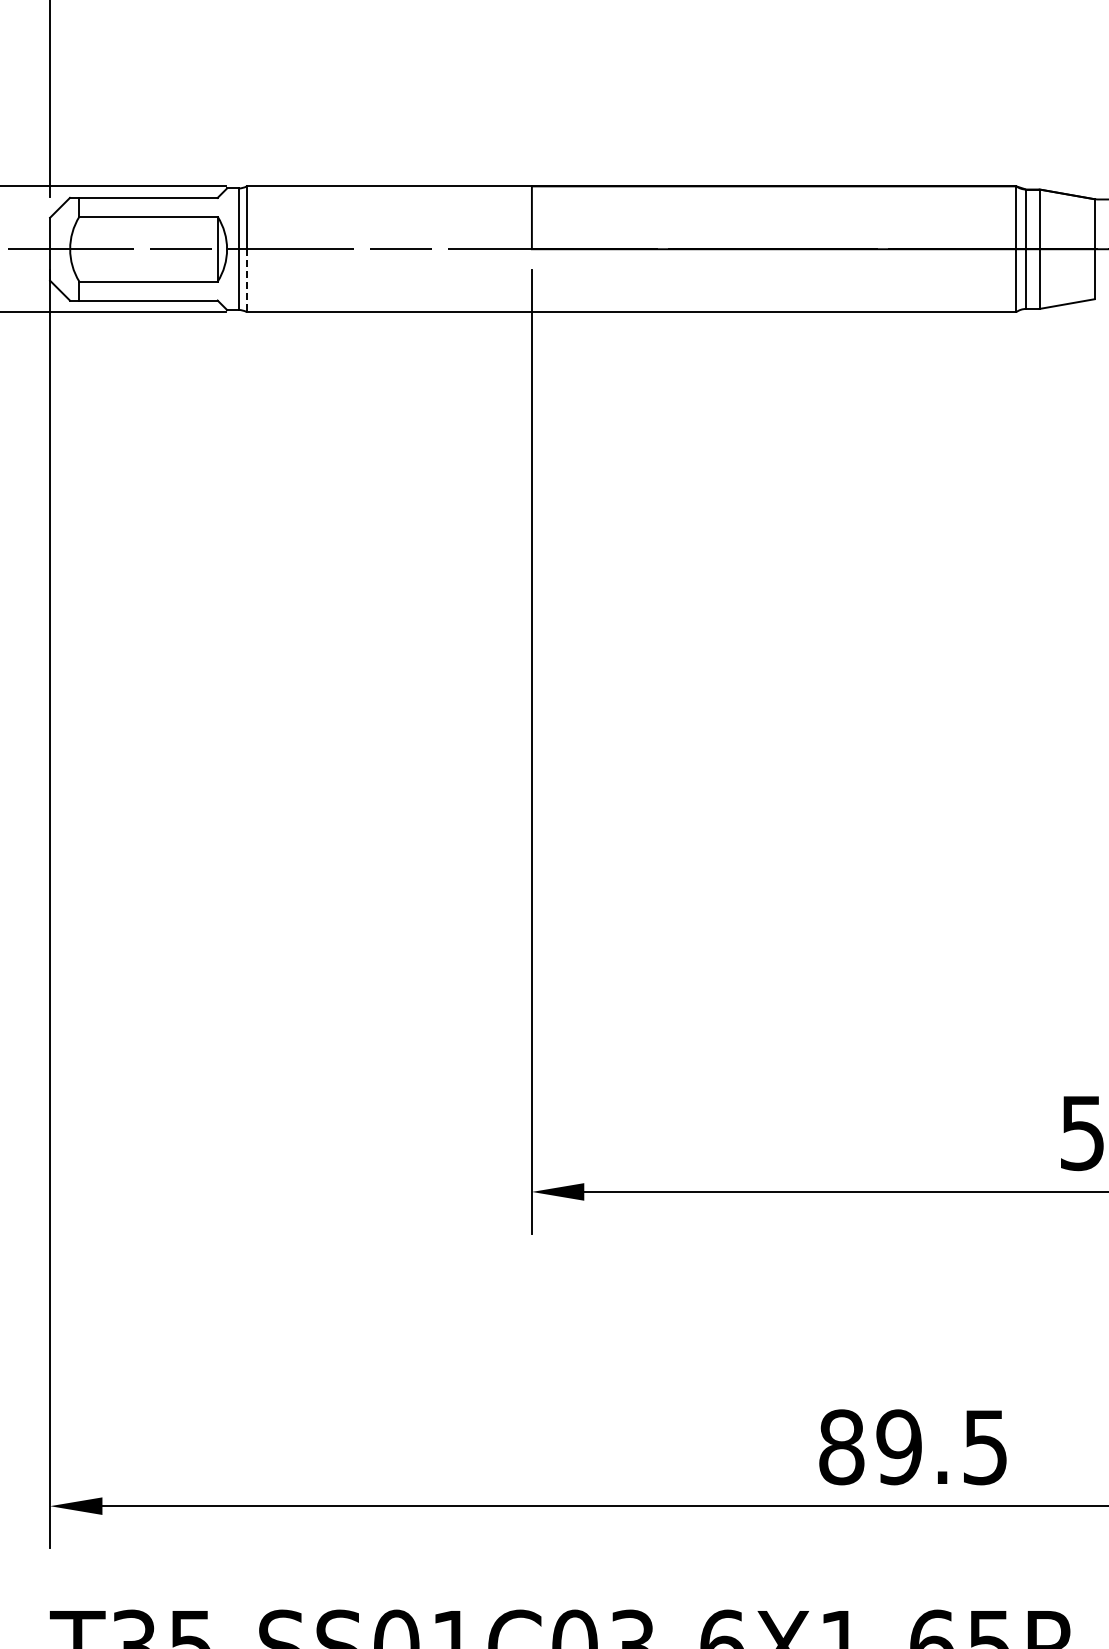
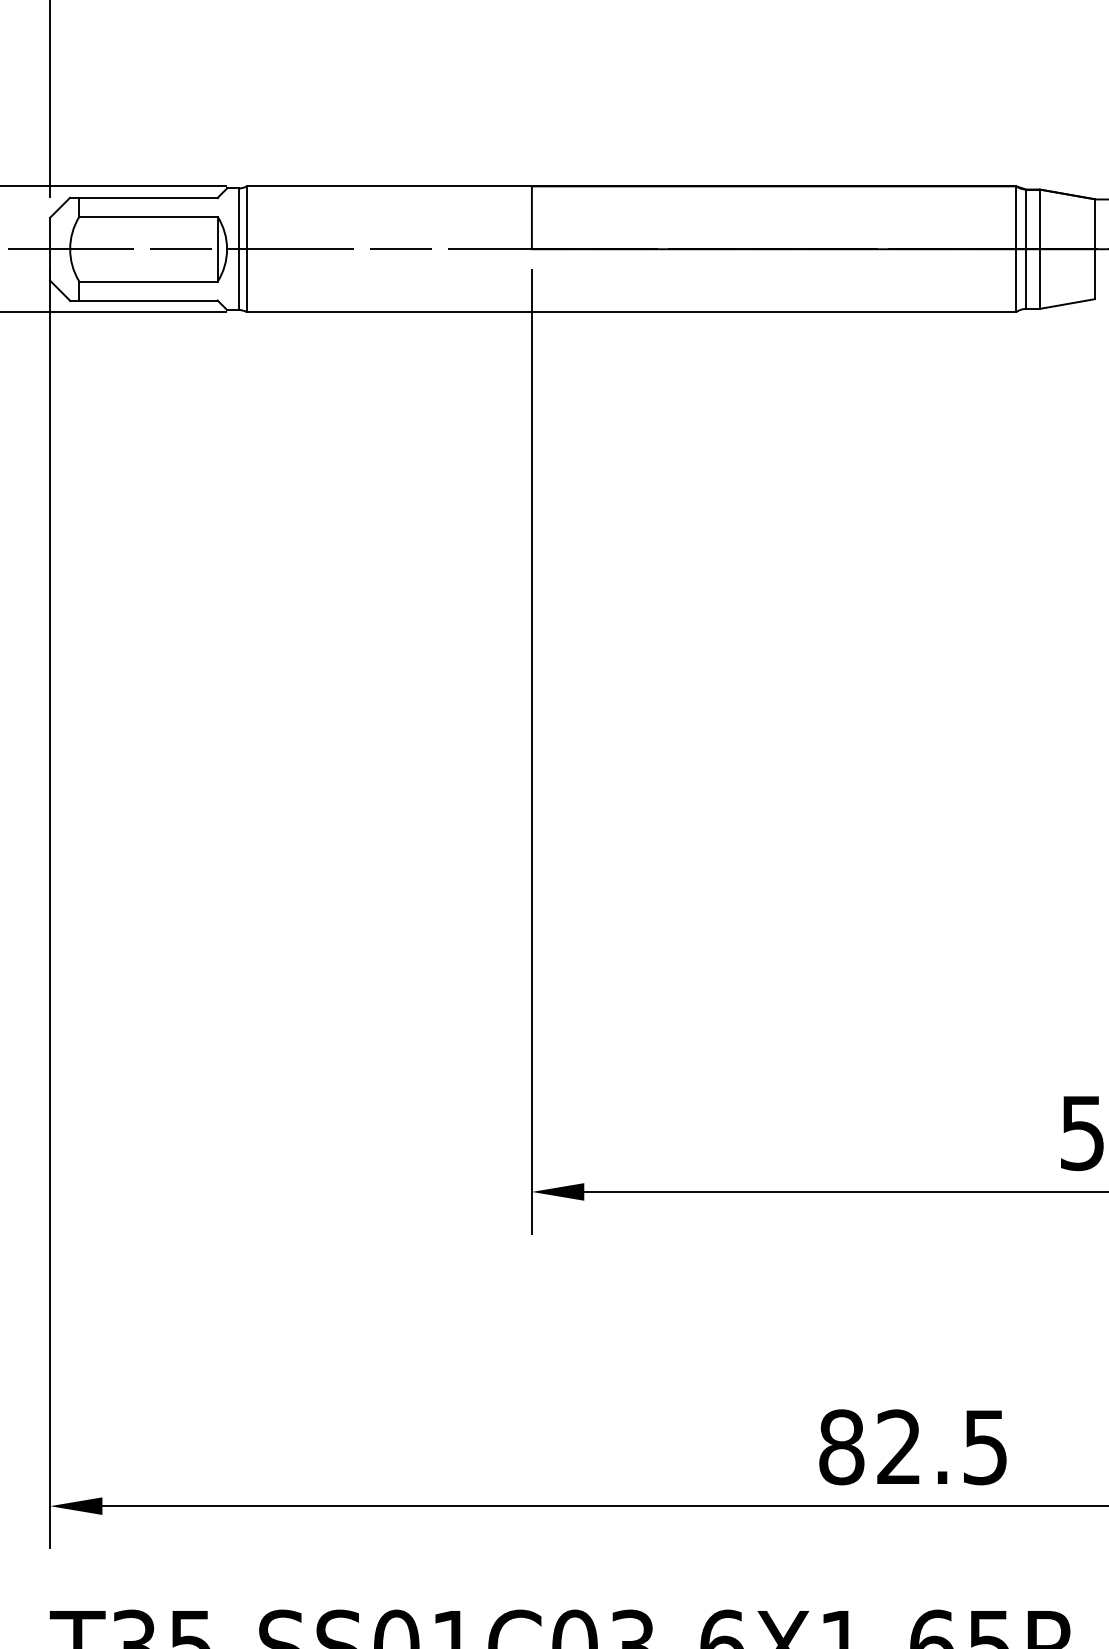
line at (246, 281): dashed -> solid
text at (898, 1447): 89.5 -> 82.5
